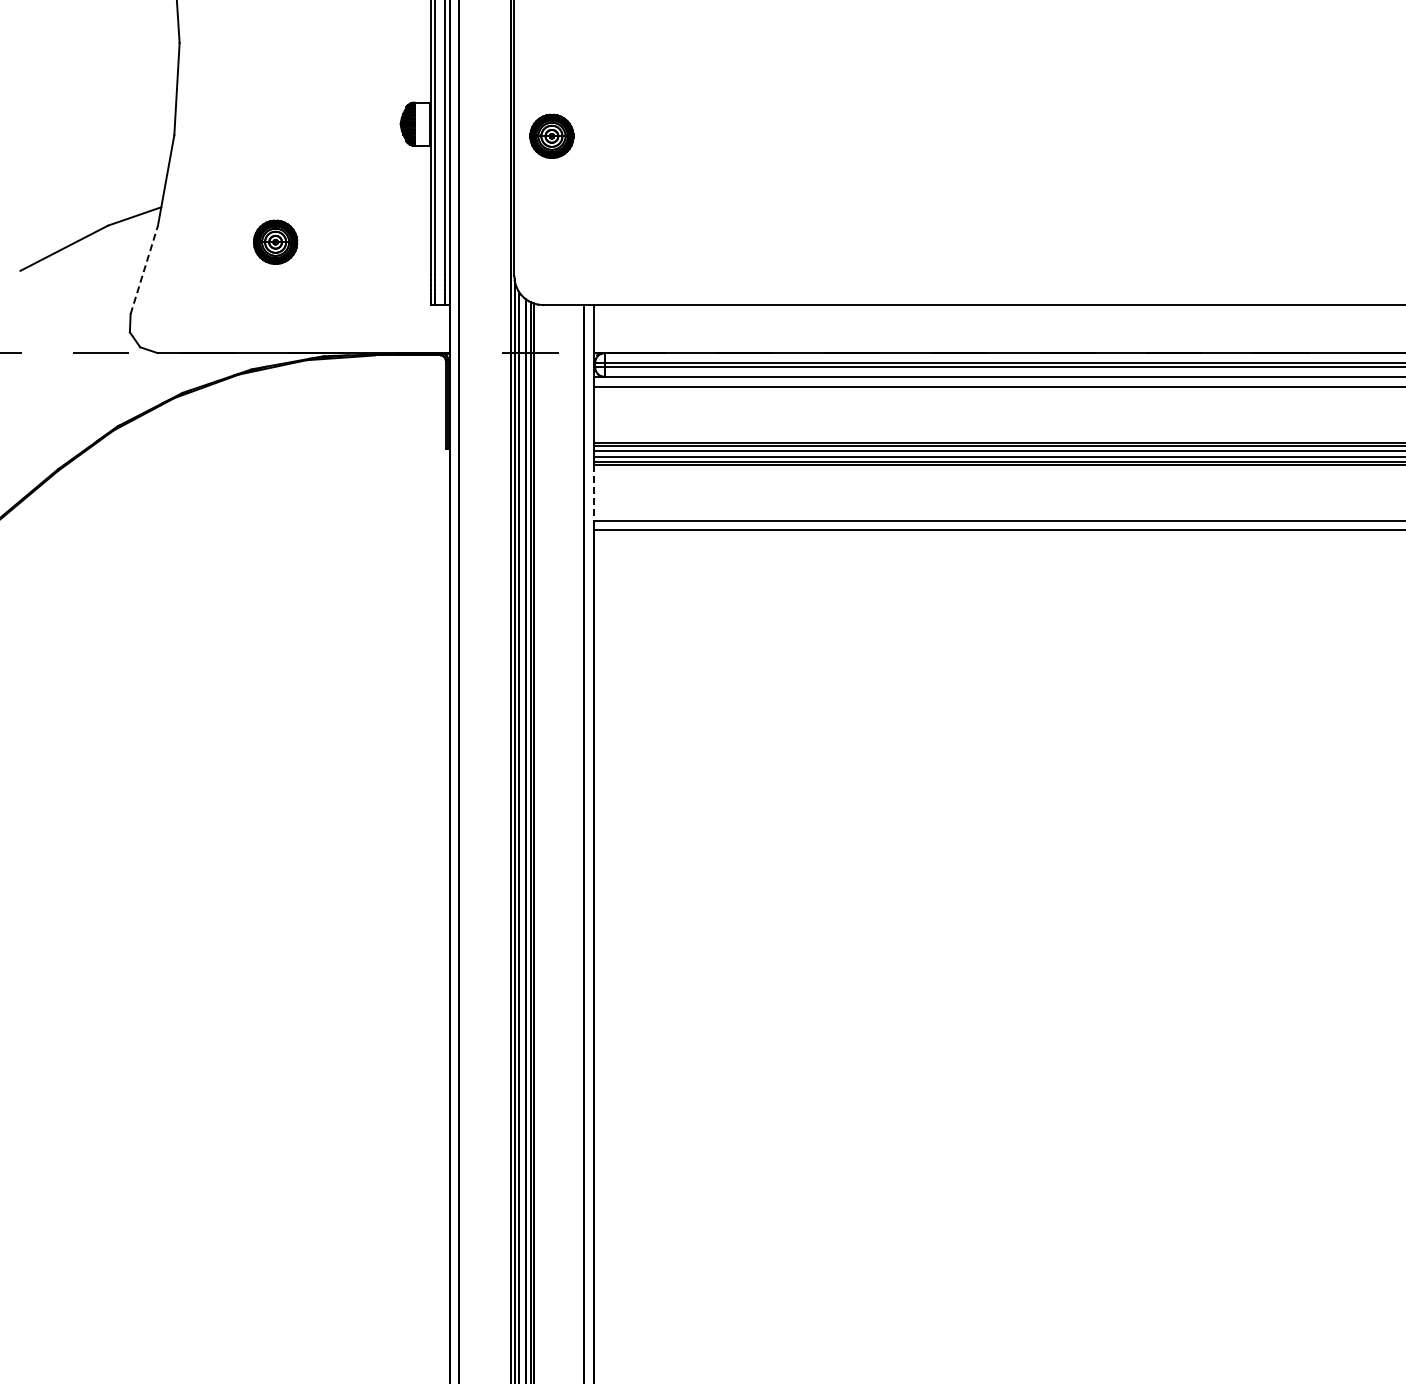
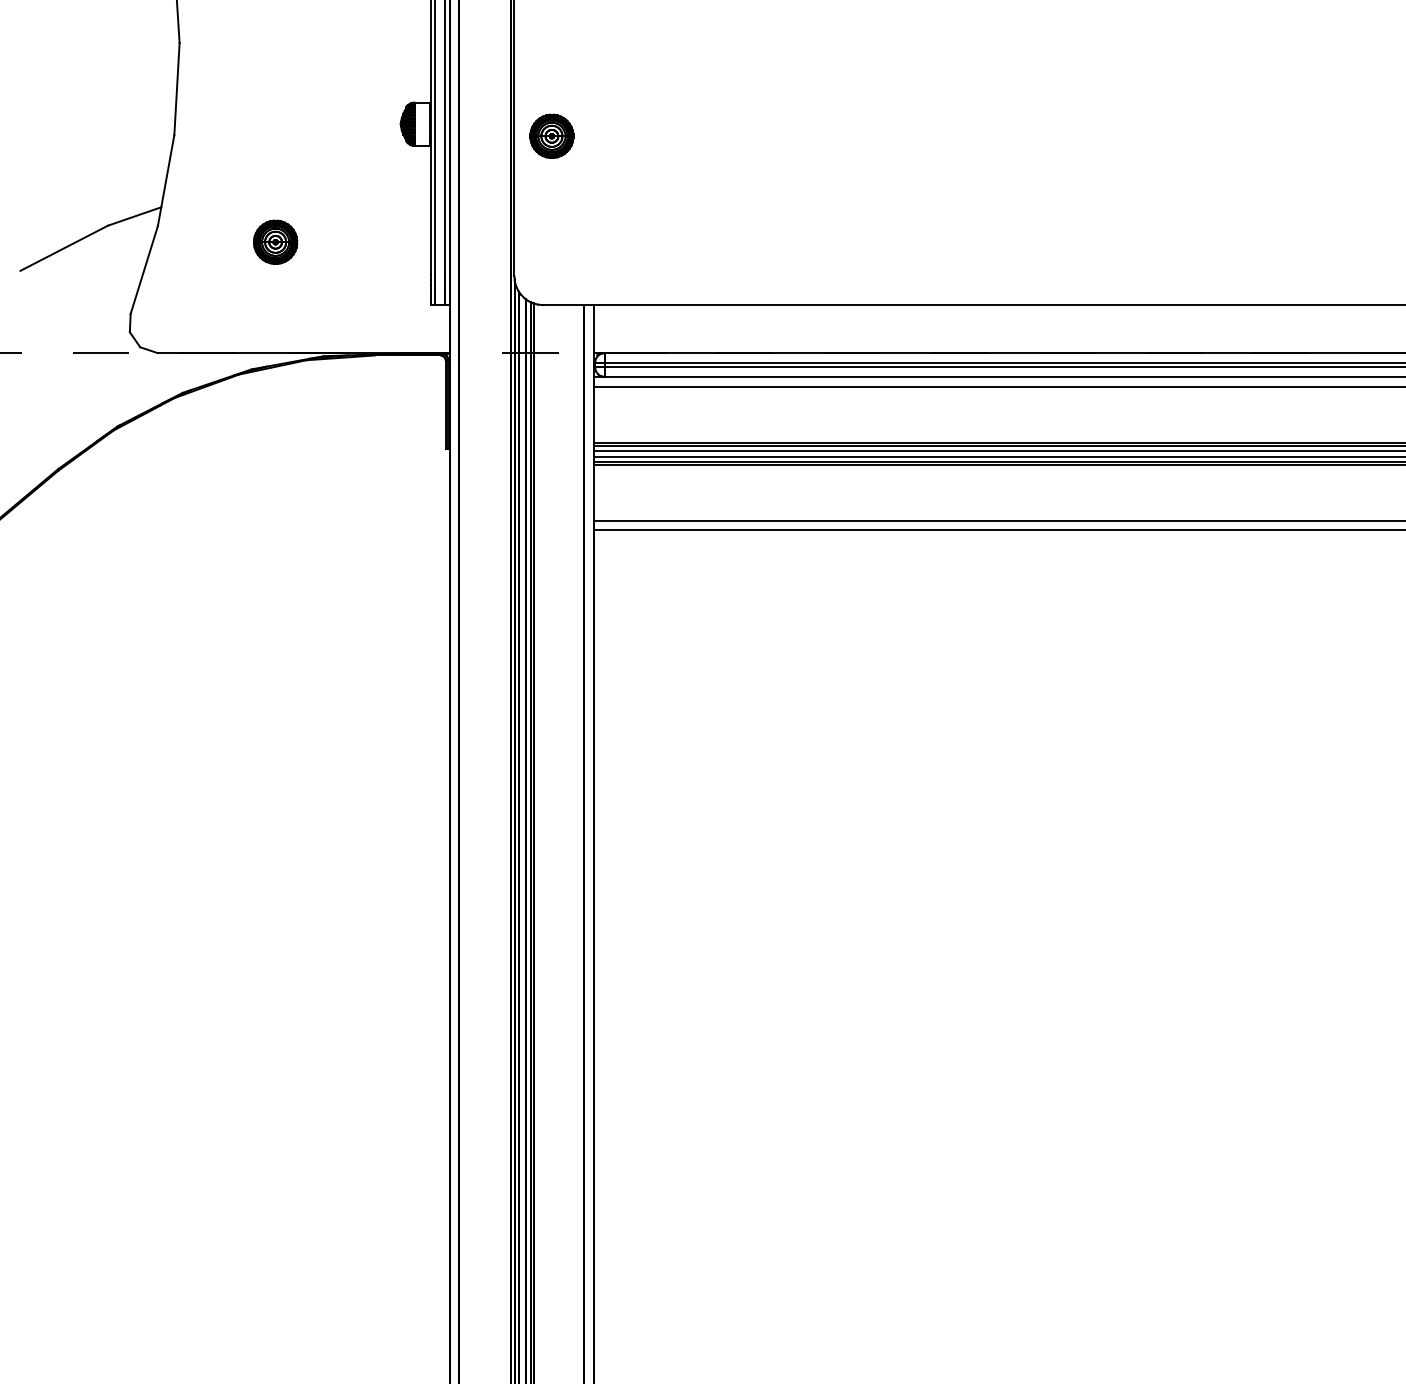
line at (144, 269): dashed -> solid
line at (593, 492): dashed -> solid
